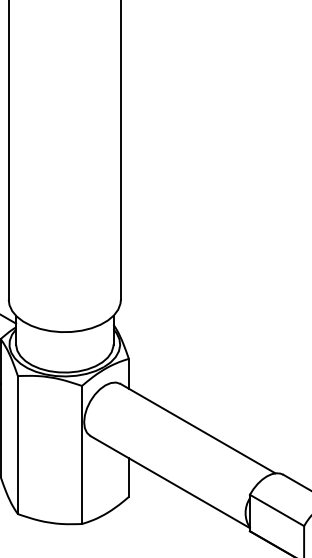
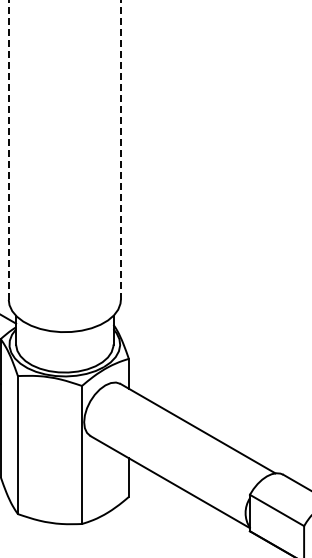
line at (8, 150): solid -> dashed
line at (120, 150): solid -> dashed
